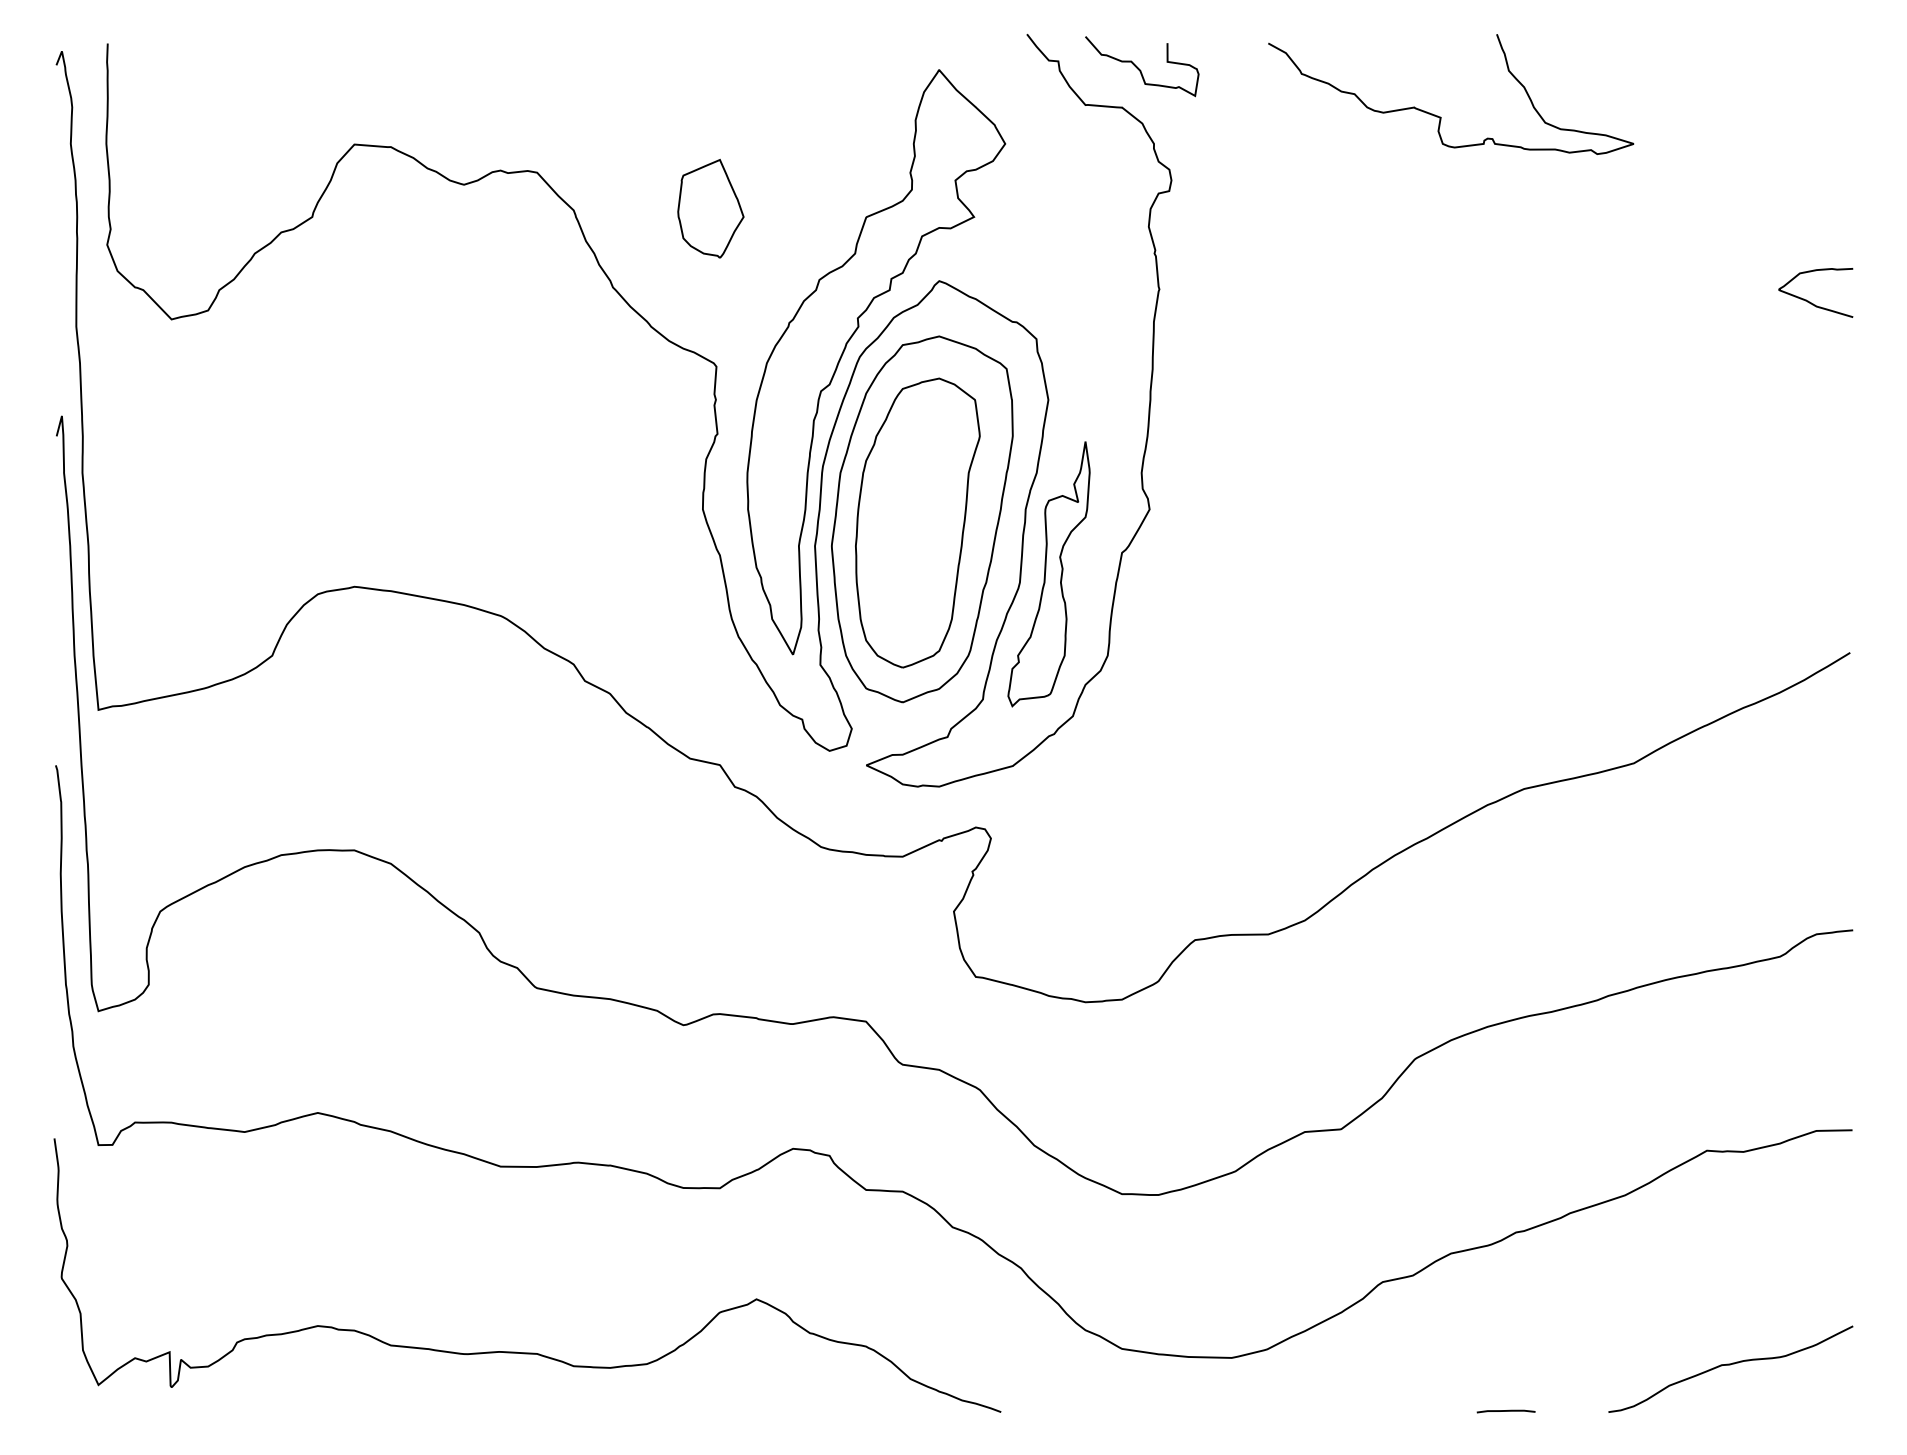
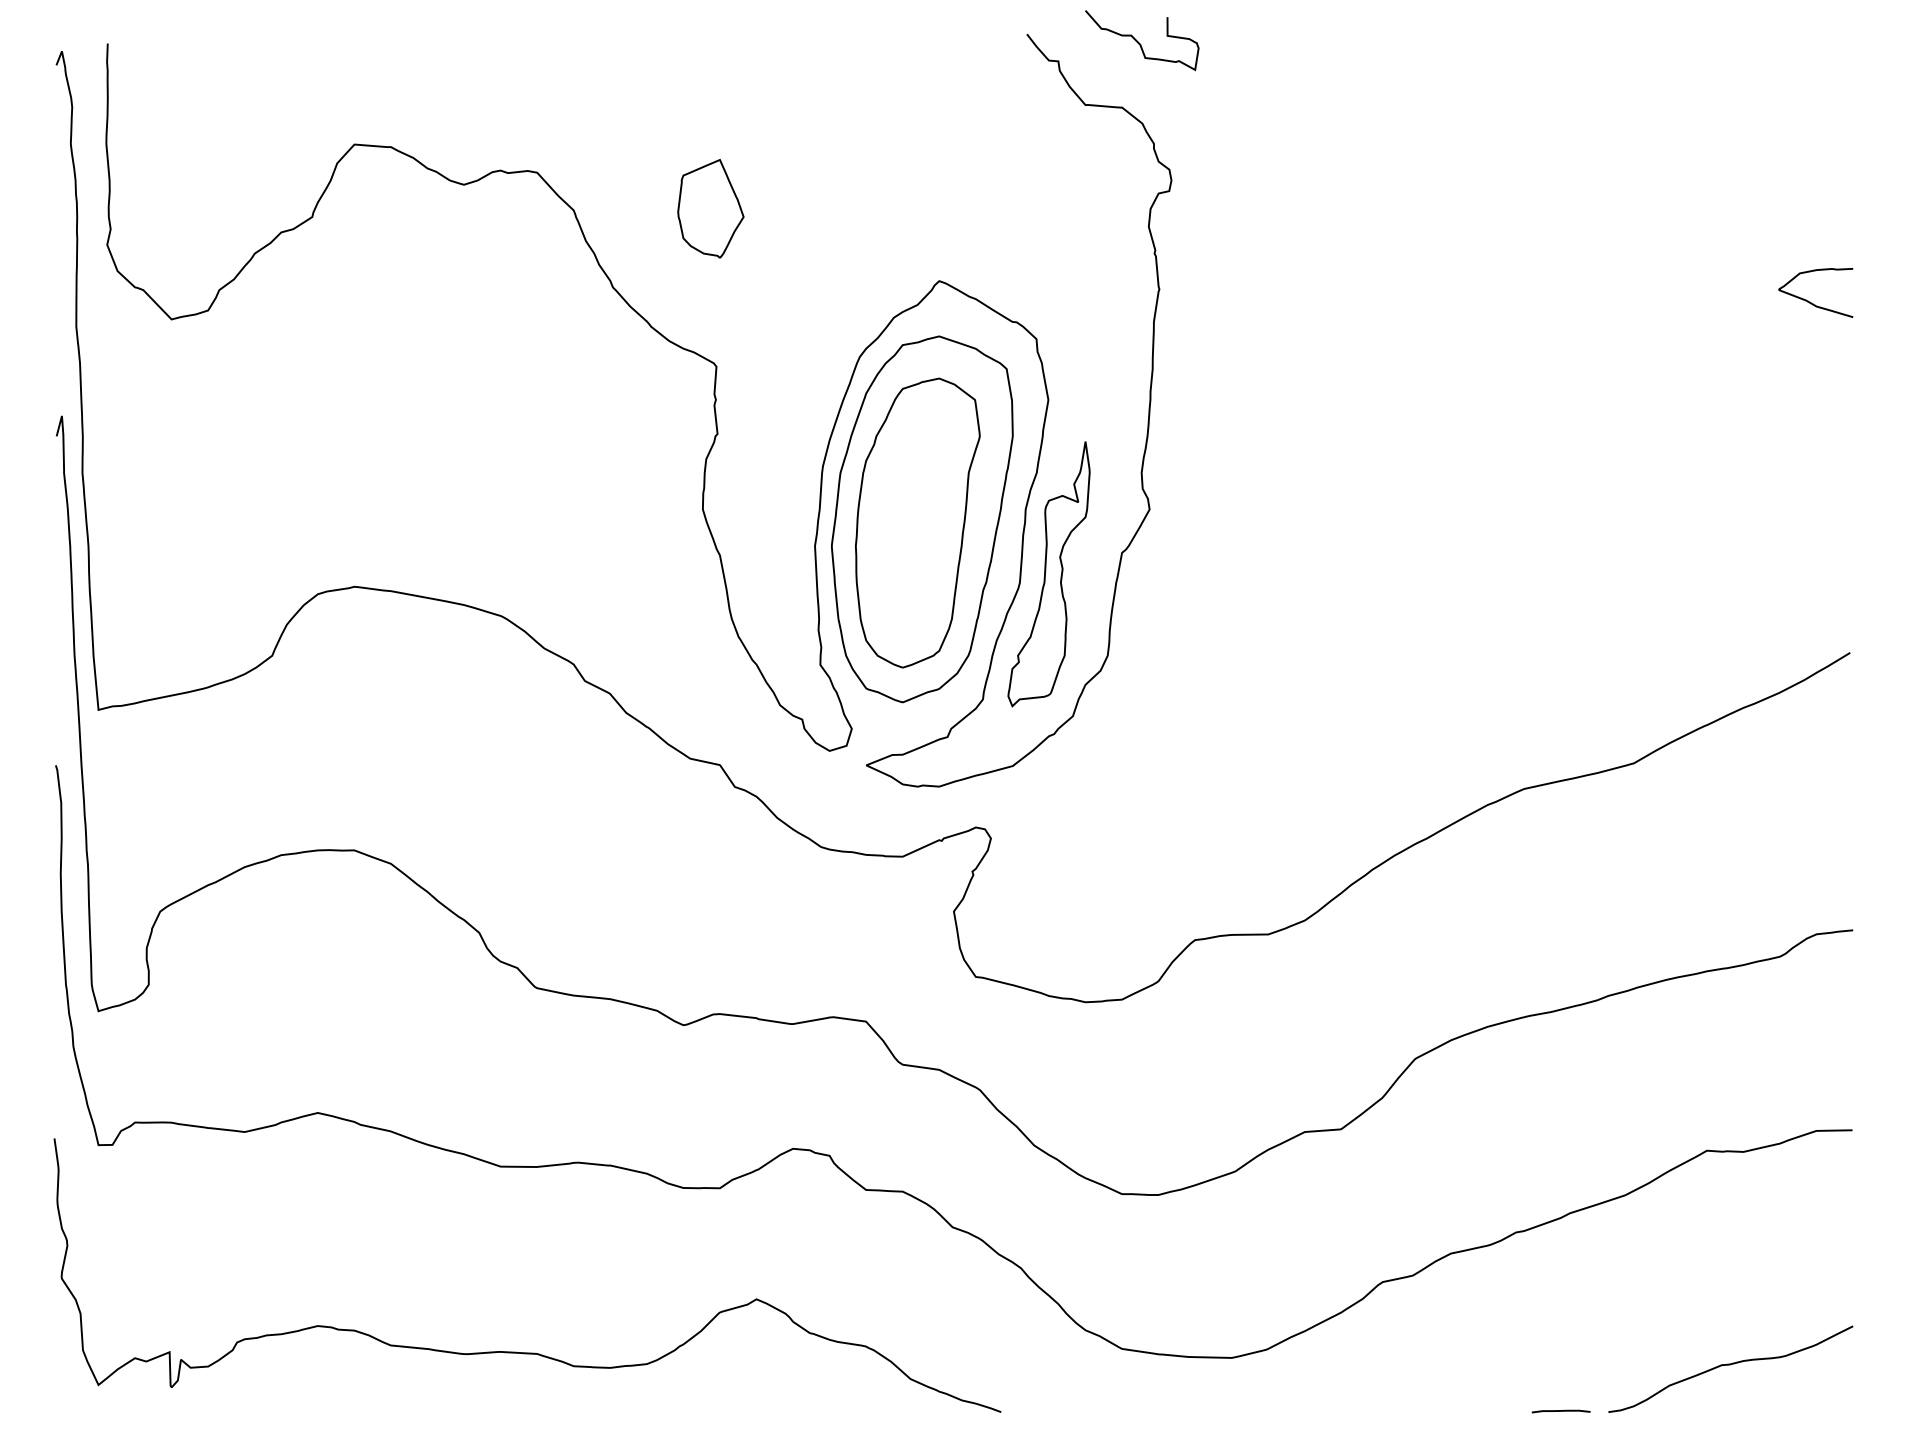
curve at (1139, 68) position: (1139, 68) -> (1139, 42)
curve at (1440, 116): present -> none
part at (844, 352): present -> none
curve at (1505, 1411) position: (1505, 1411) -> (1560, 1411)
